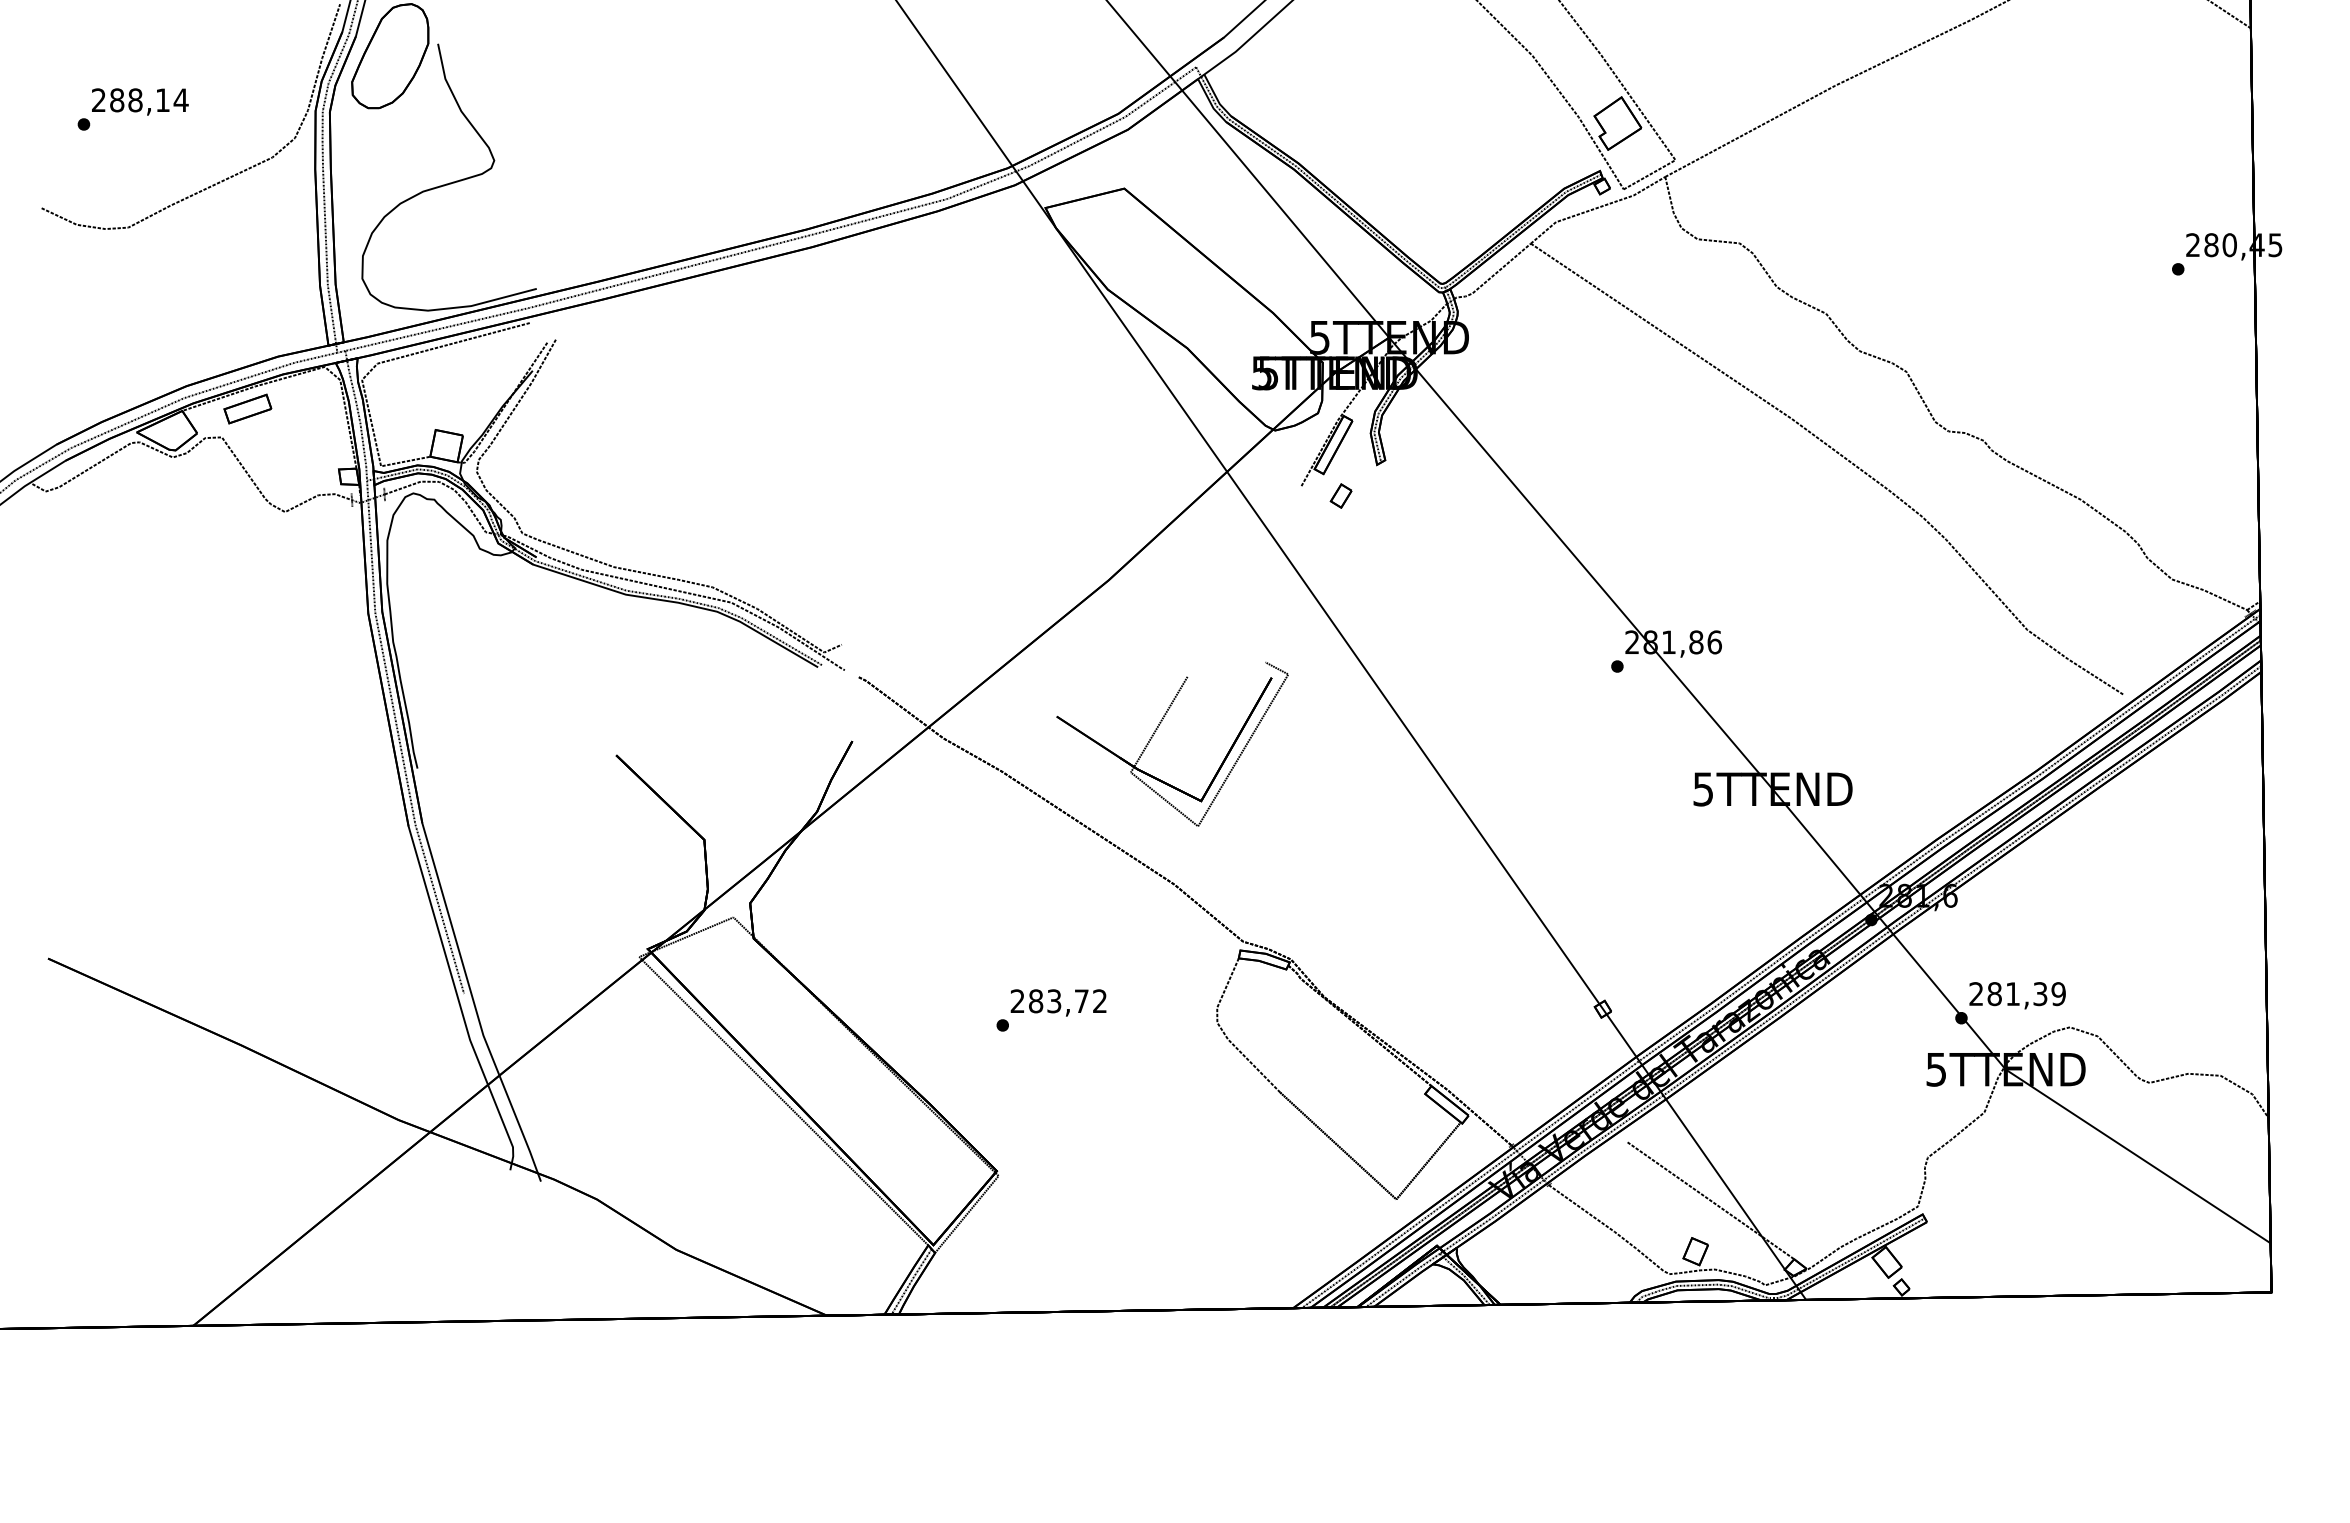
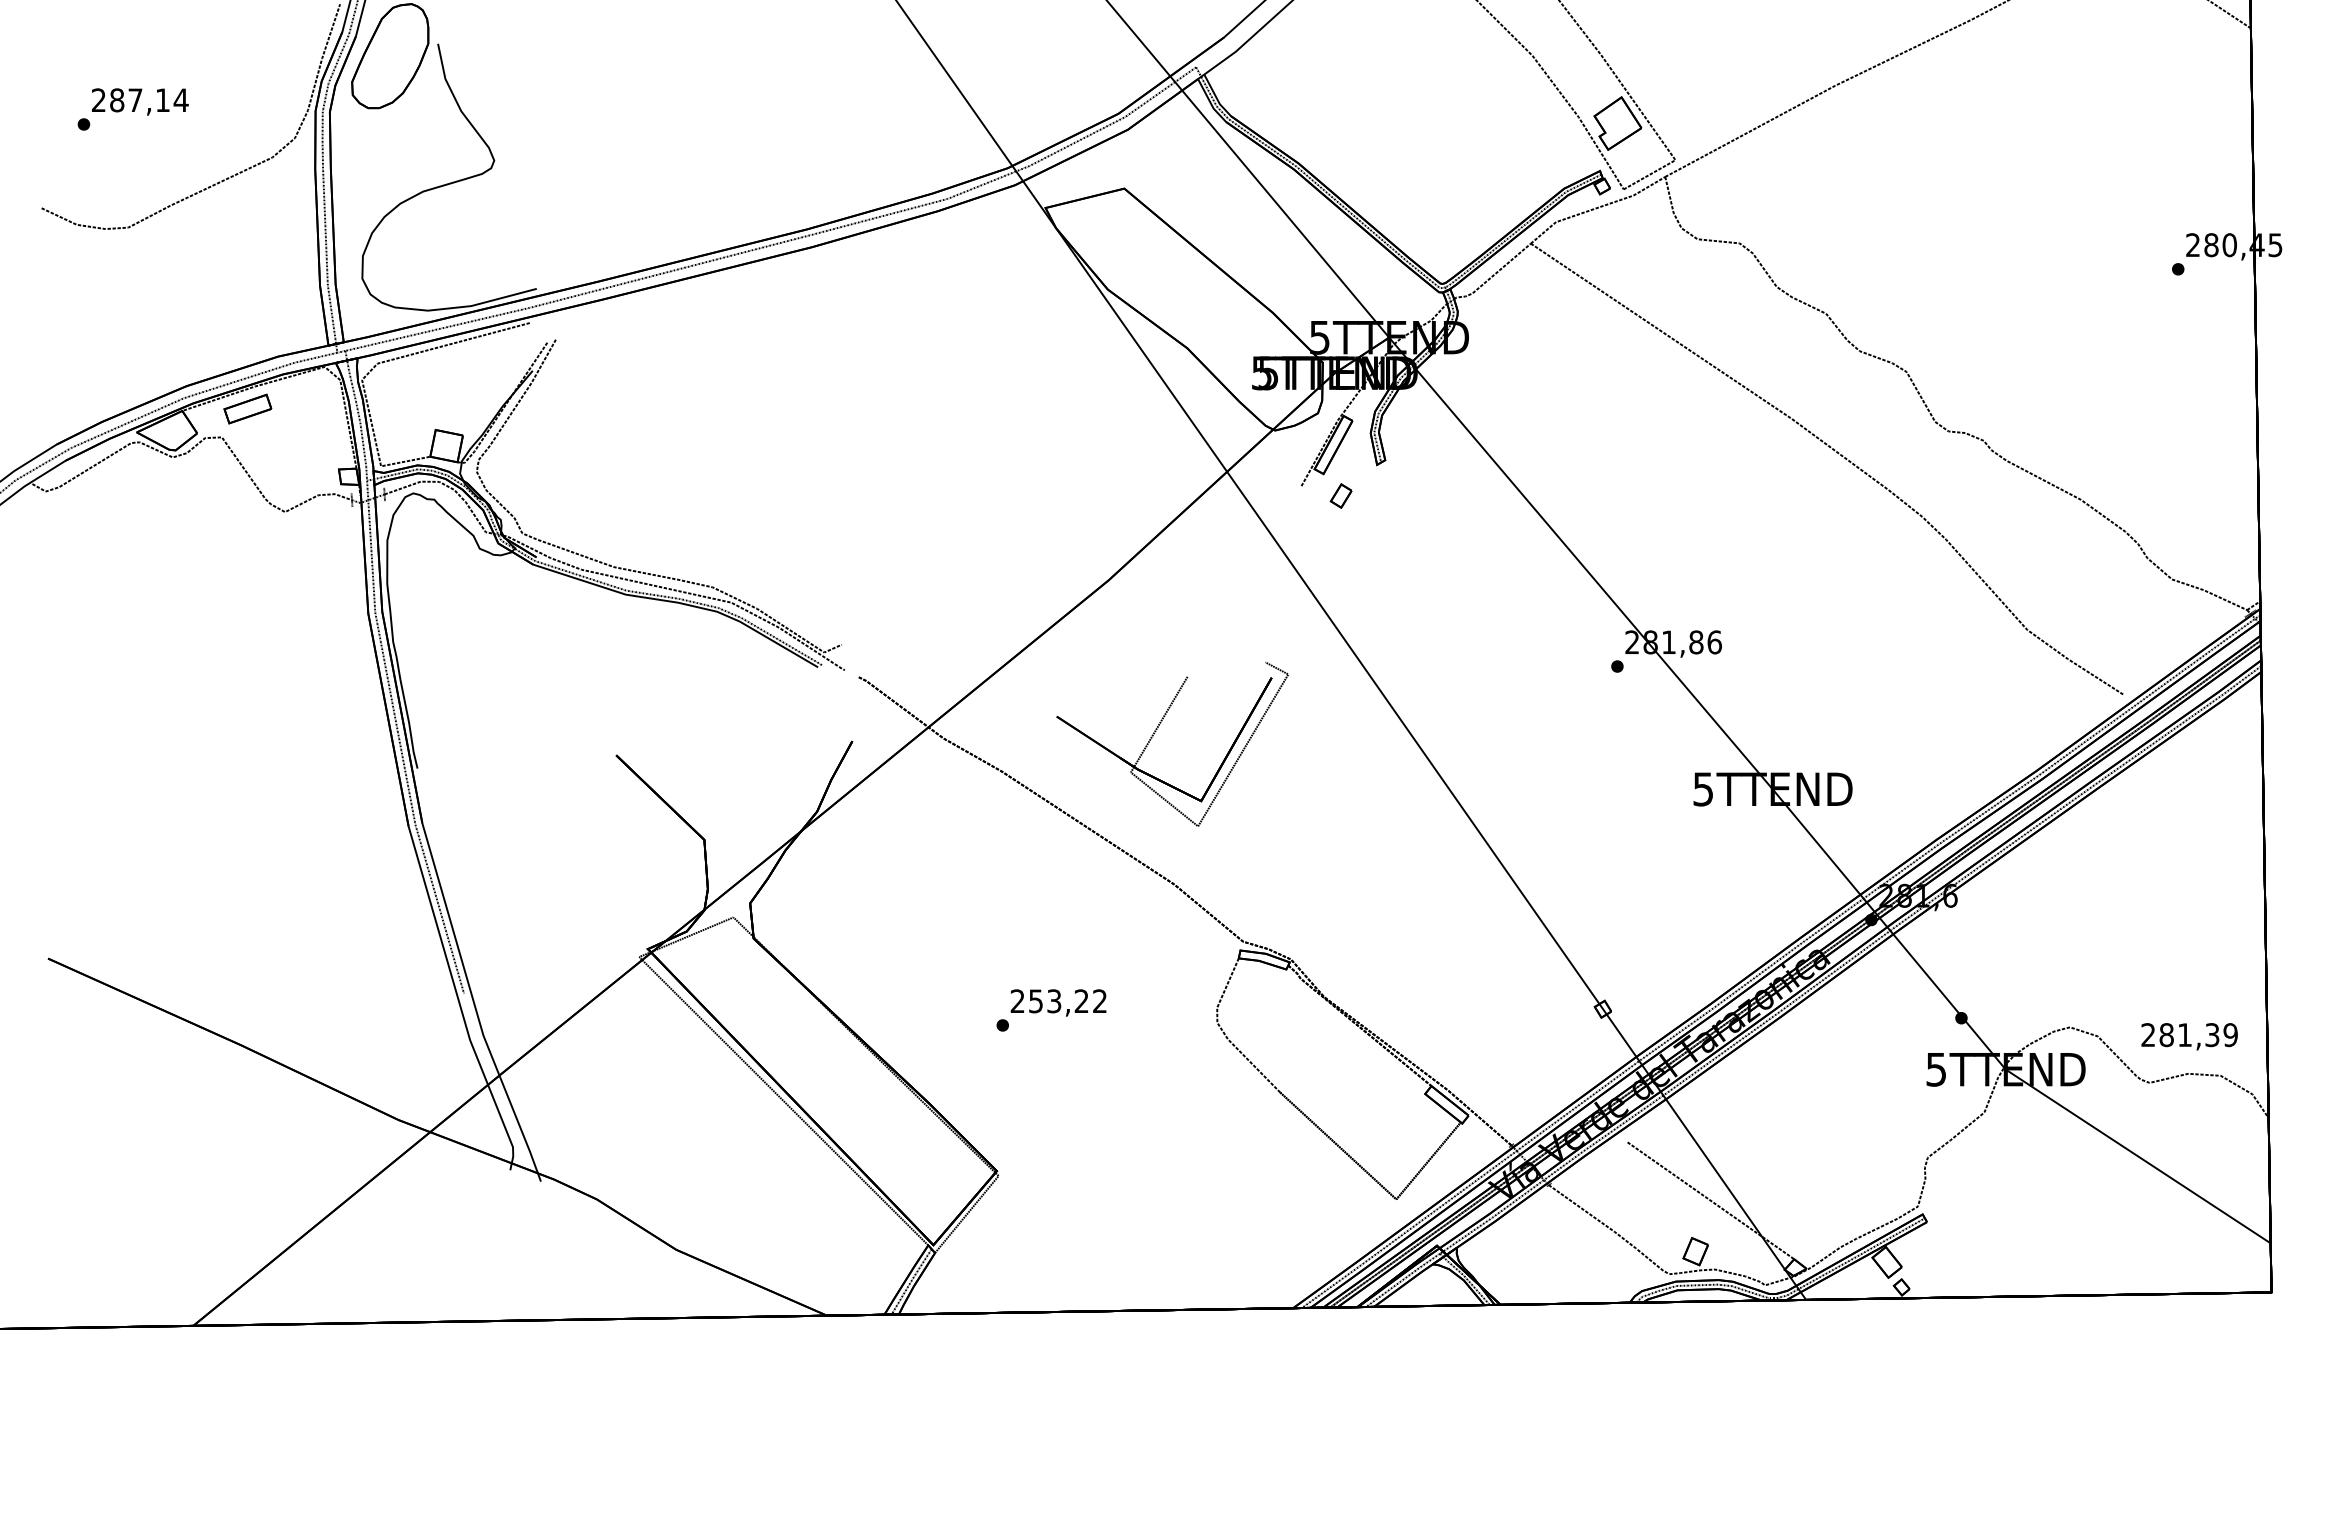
text at (135, 100): 288,14 -> 287,14
text at (2017, 995) position: (2017, 995) -> (2189, 1036)
text at (1058, 1001): 283,72 -> 253,22
